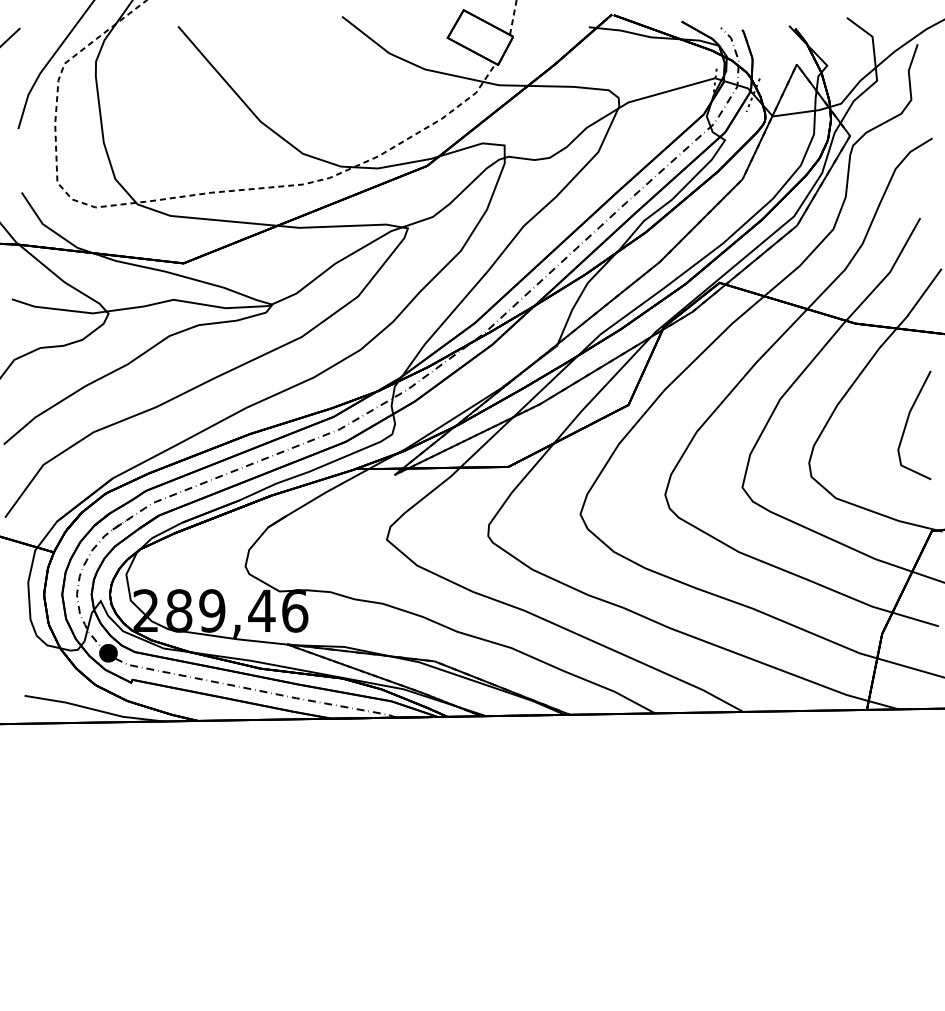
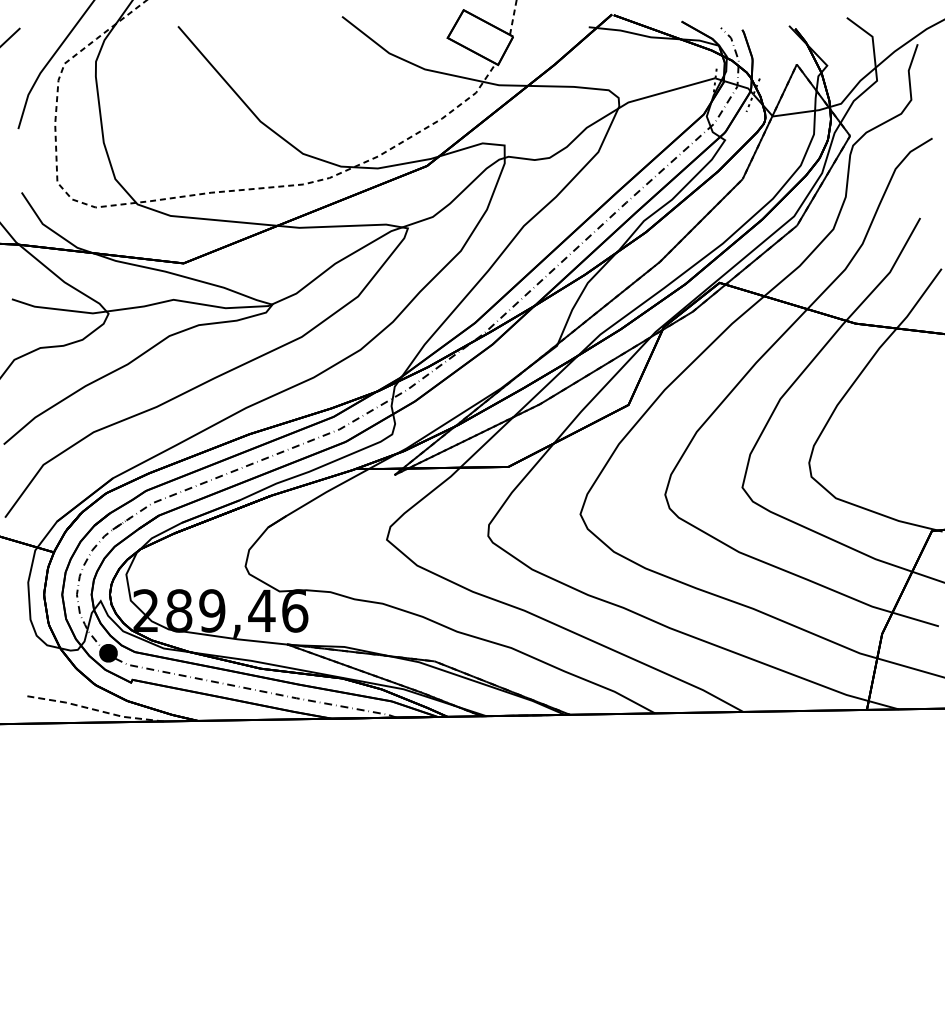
line at (907, 423): present -> none
line at (93, 709): solid -> dashed
